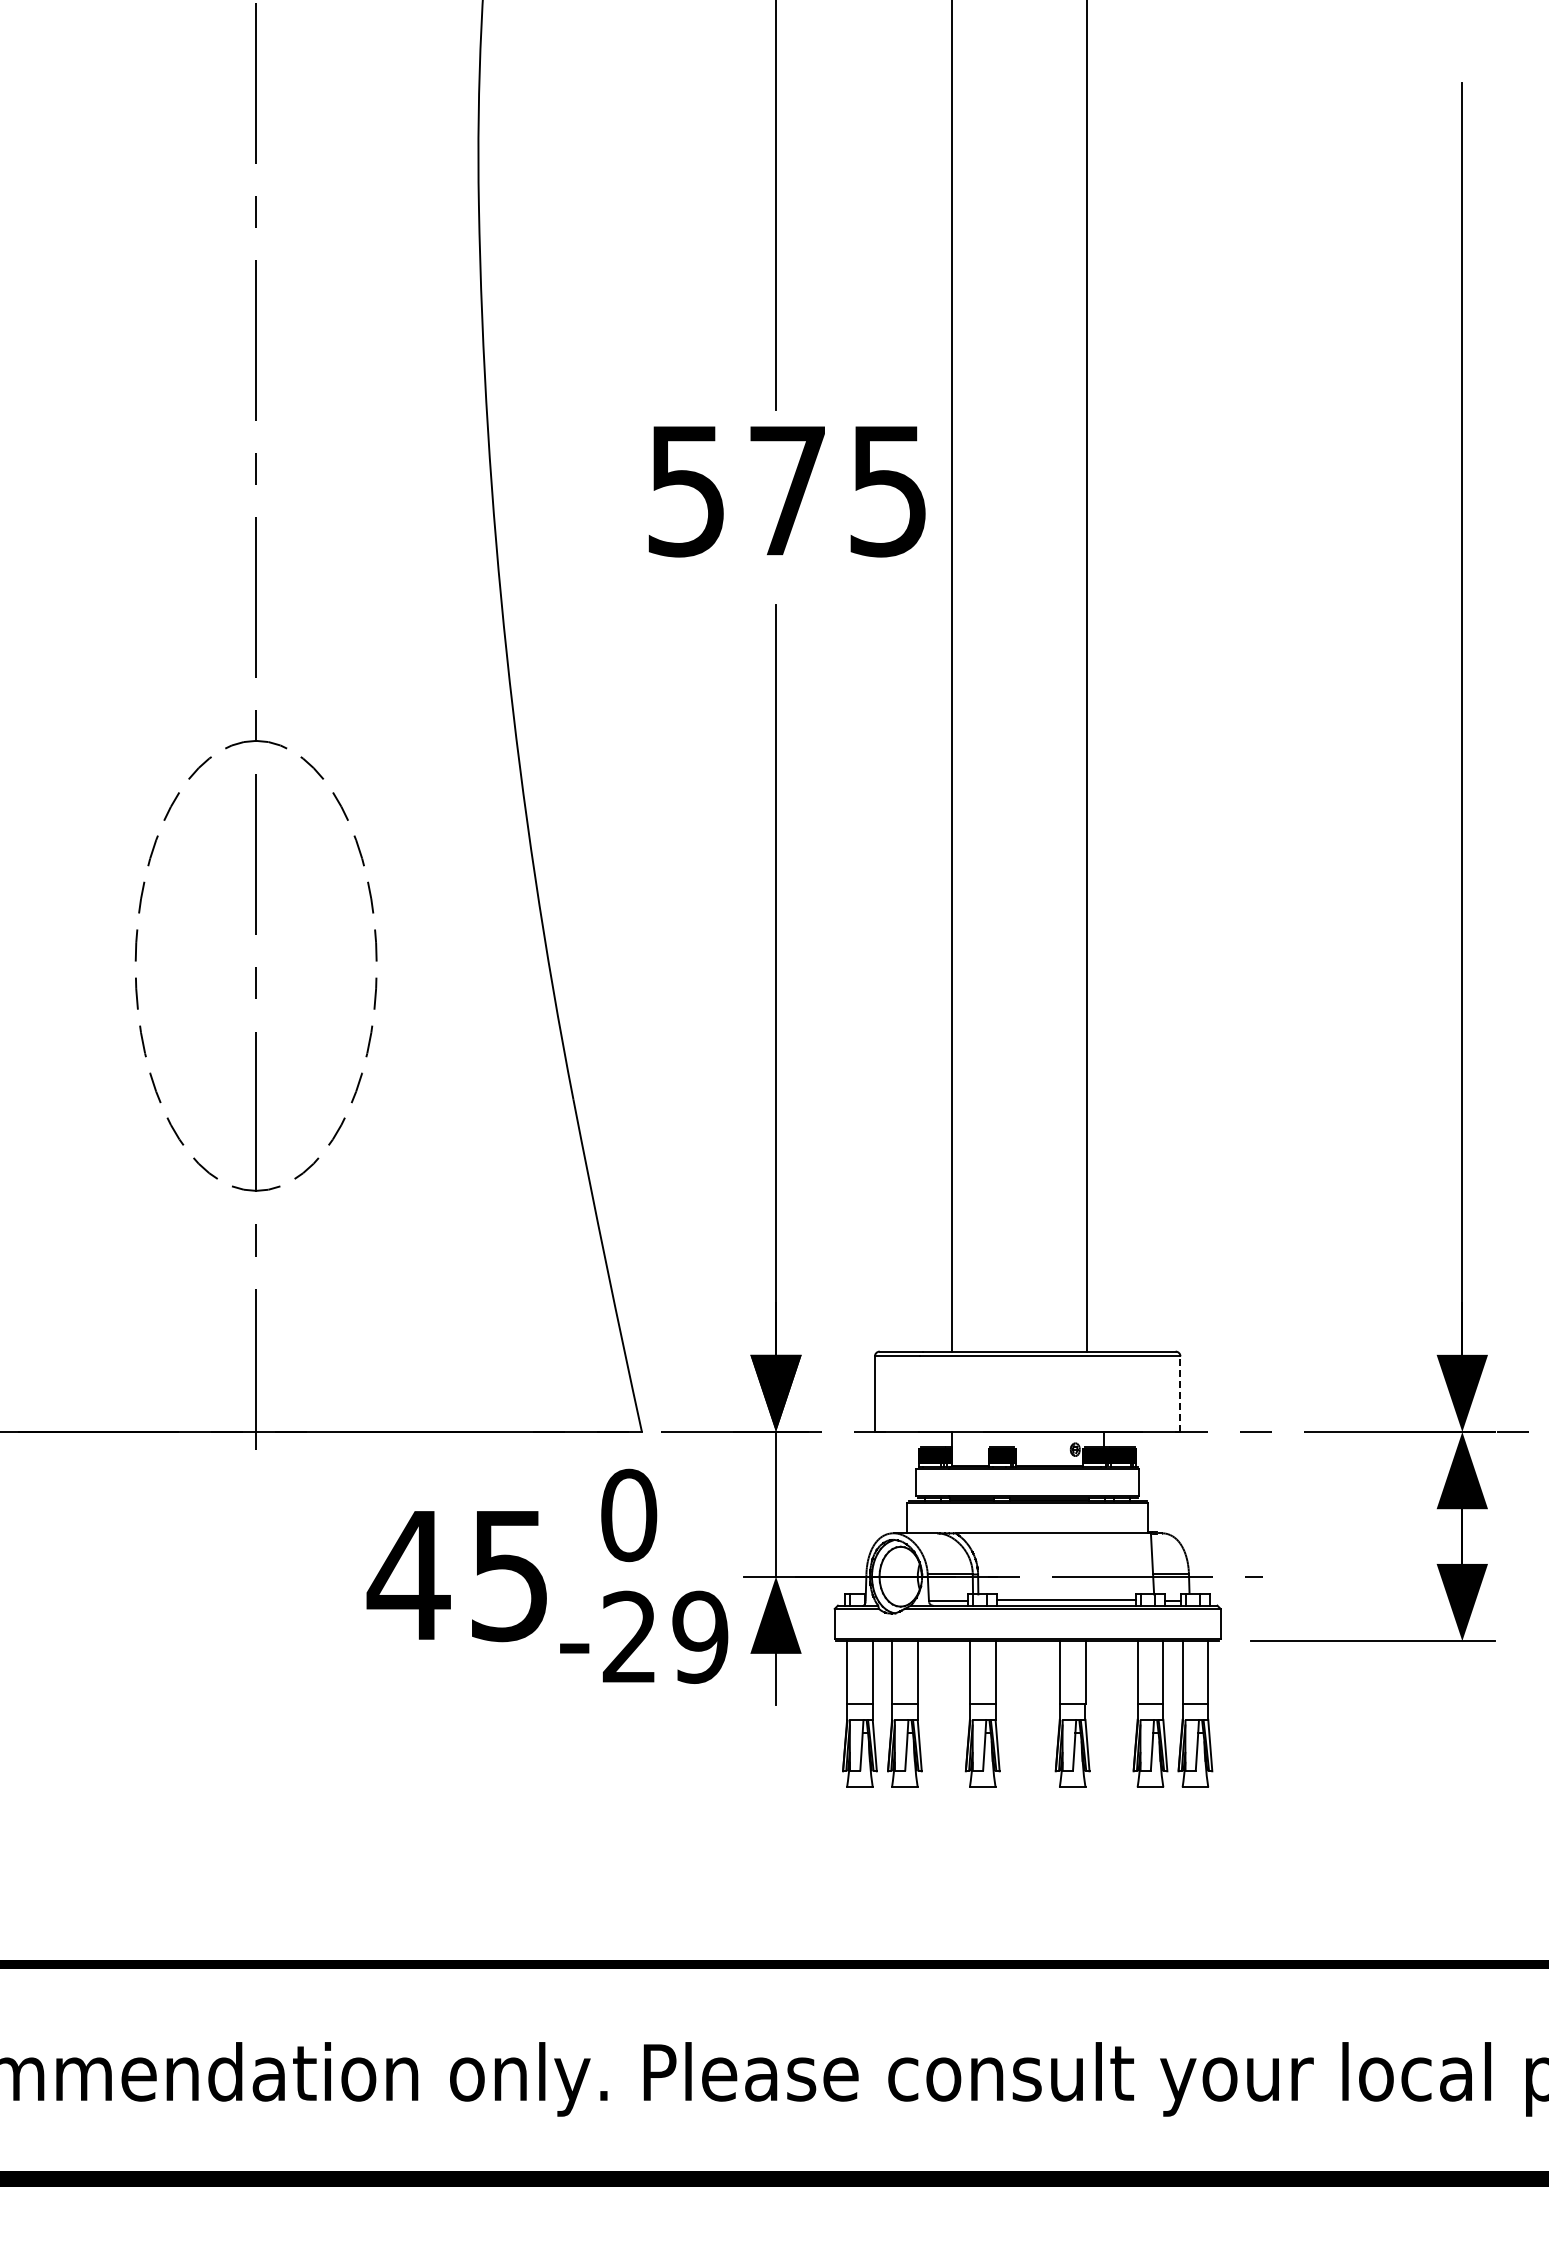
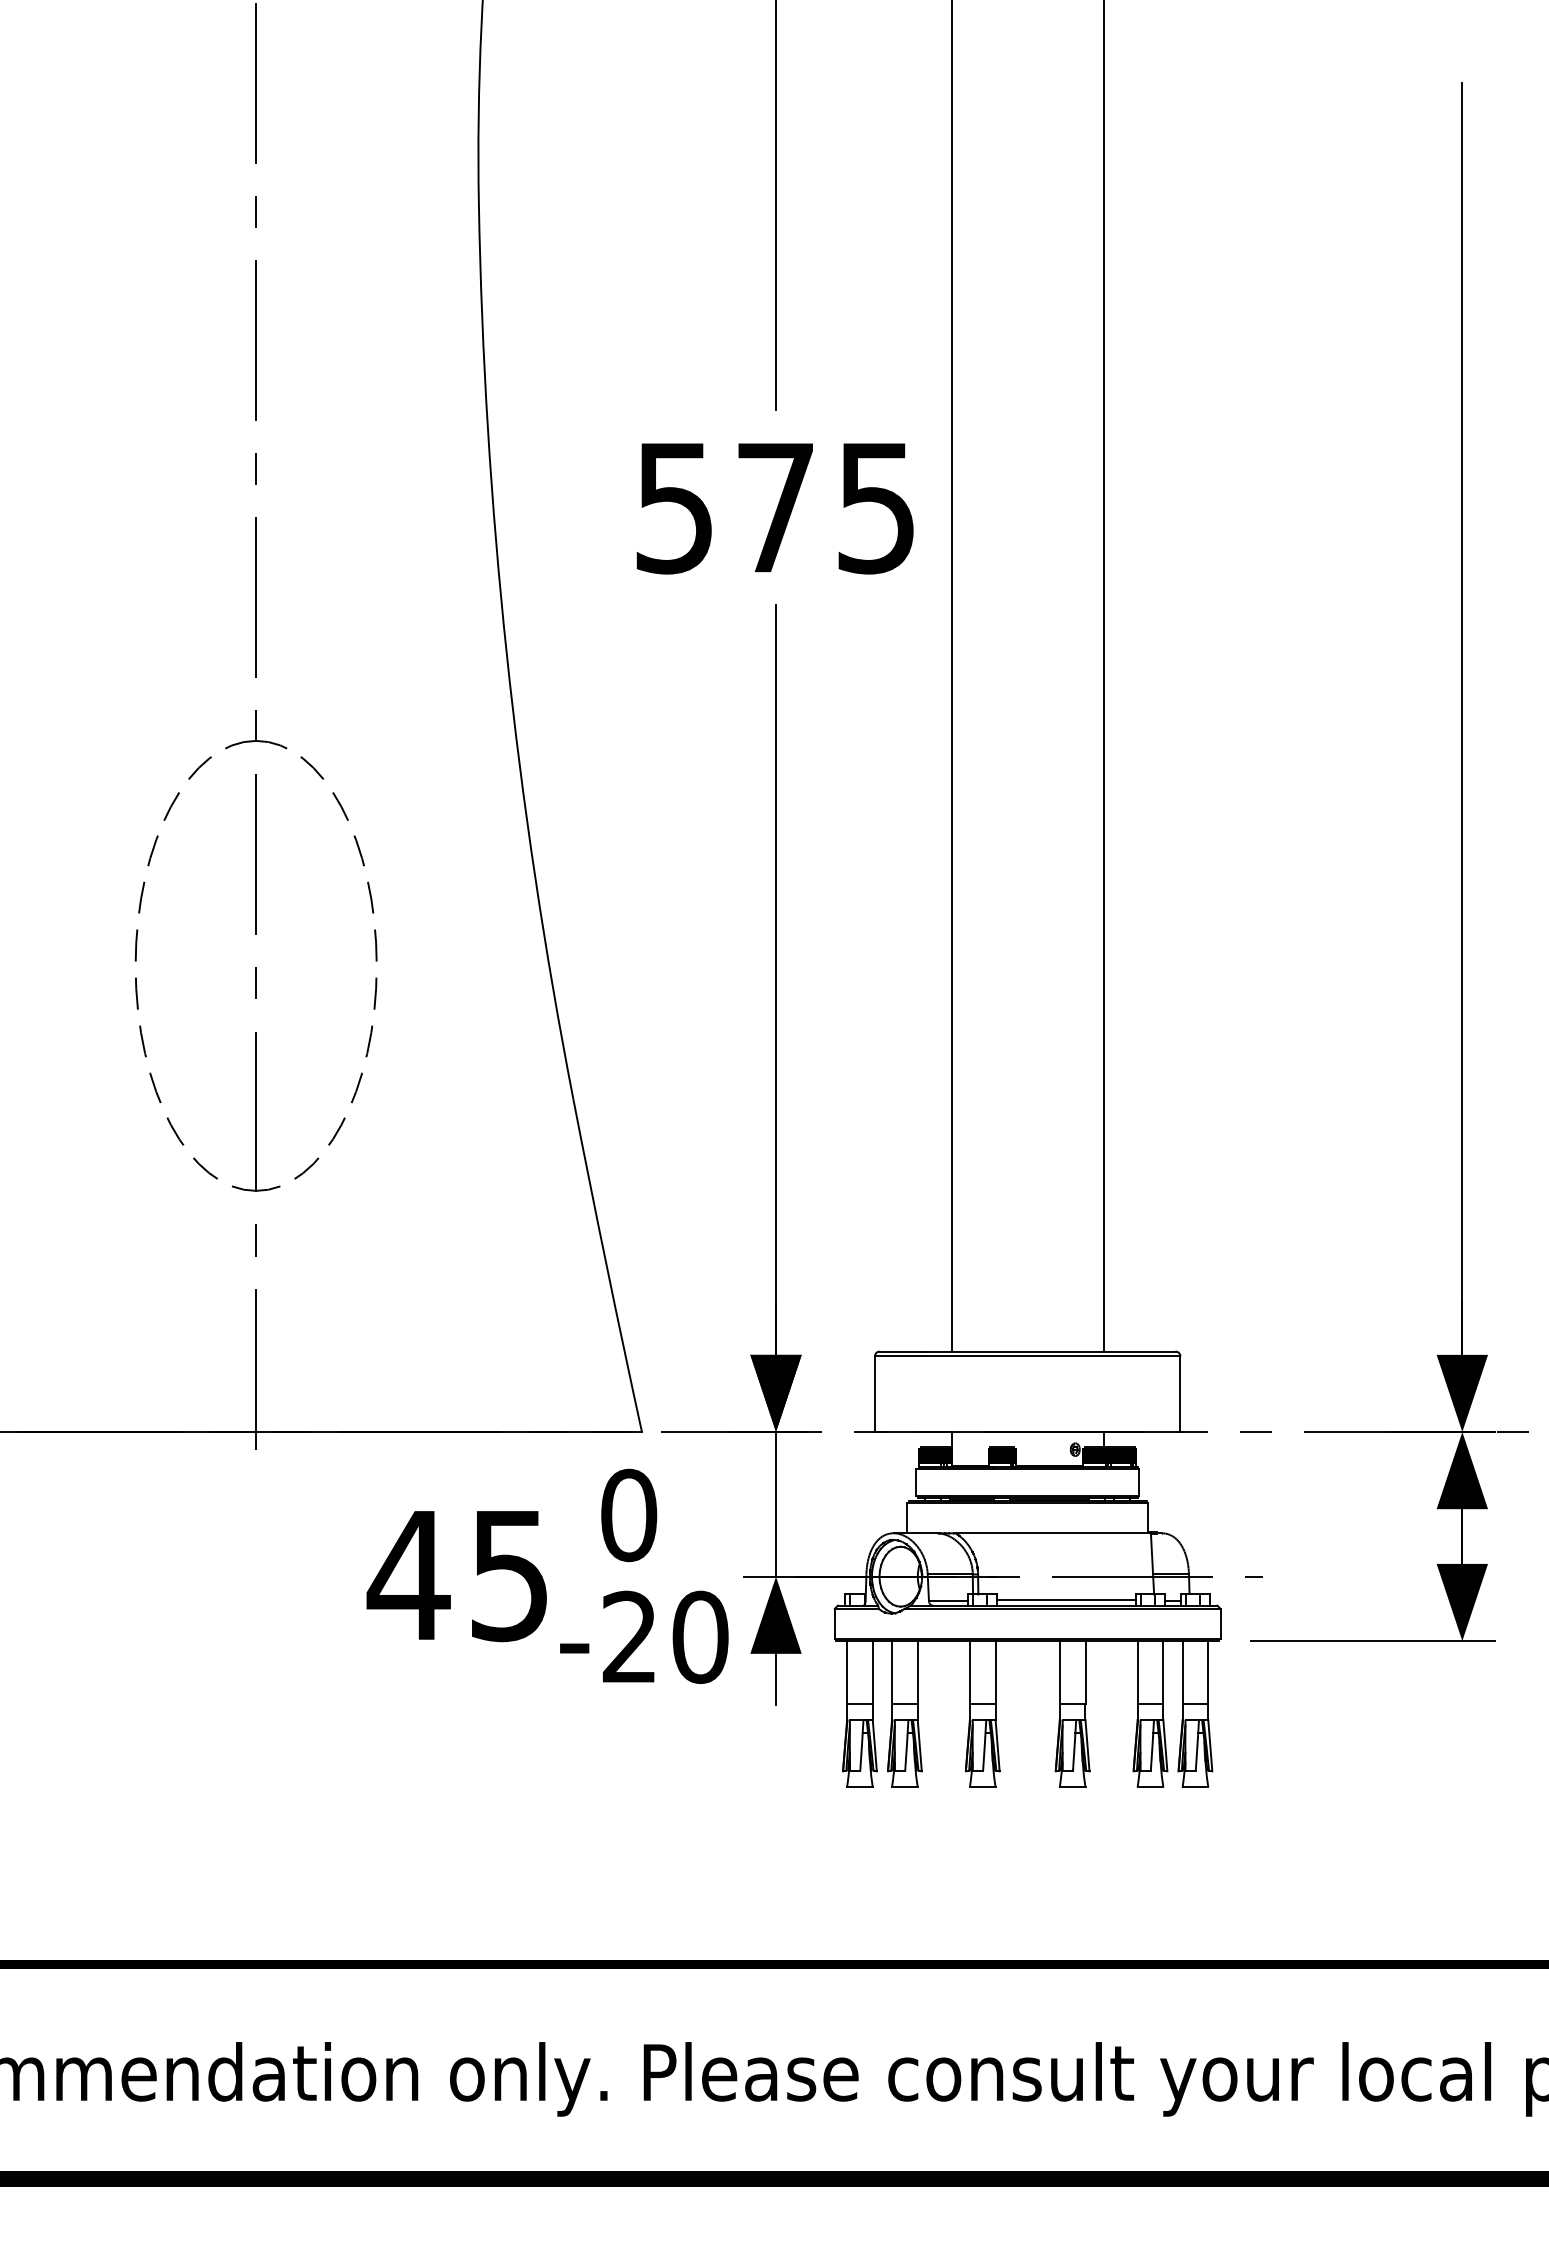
text at (786, 491) position: (786, 491) -> (774, 508)
line at (1086, 676) position: (1086, 676) -> (1103, 676)
line at (1180, 1394): dashed -> solid
text at (700, 1636): -29 -> -20
